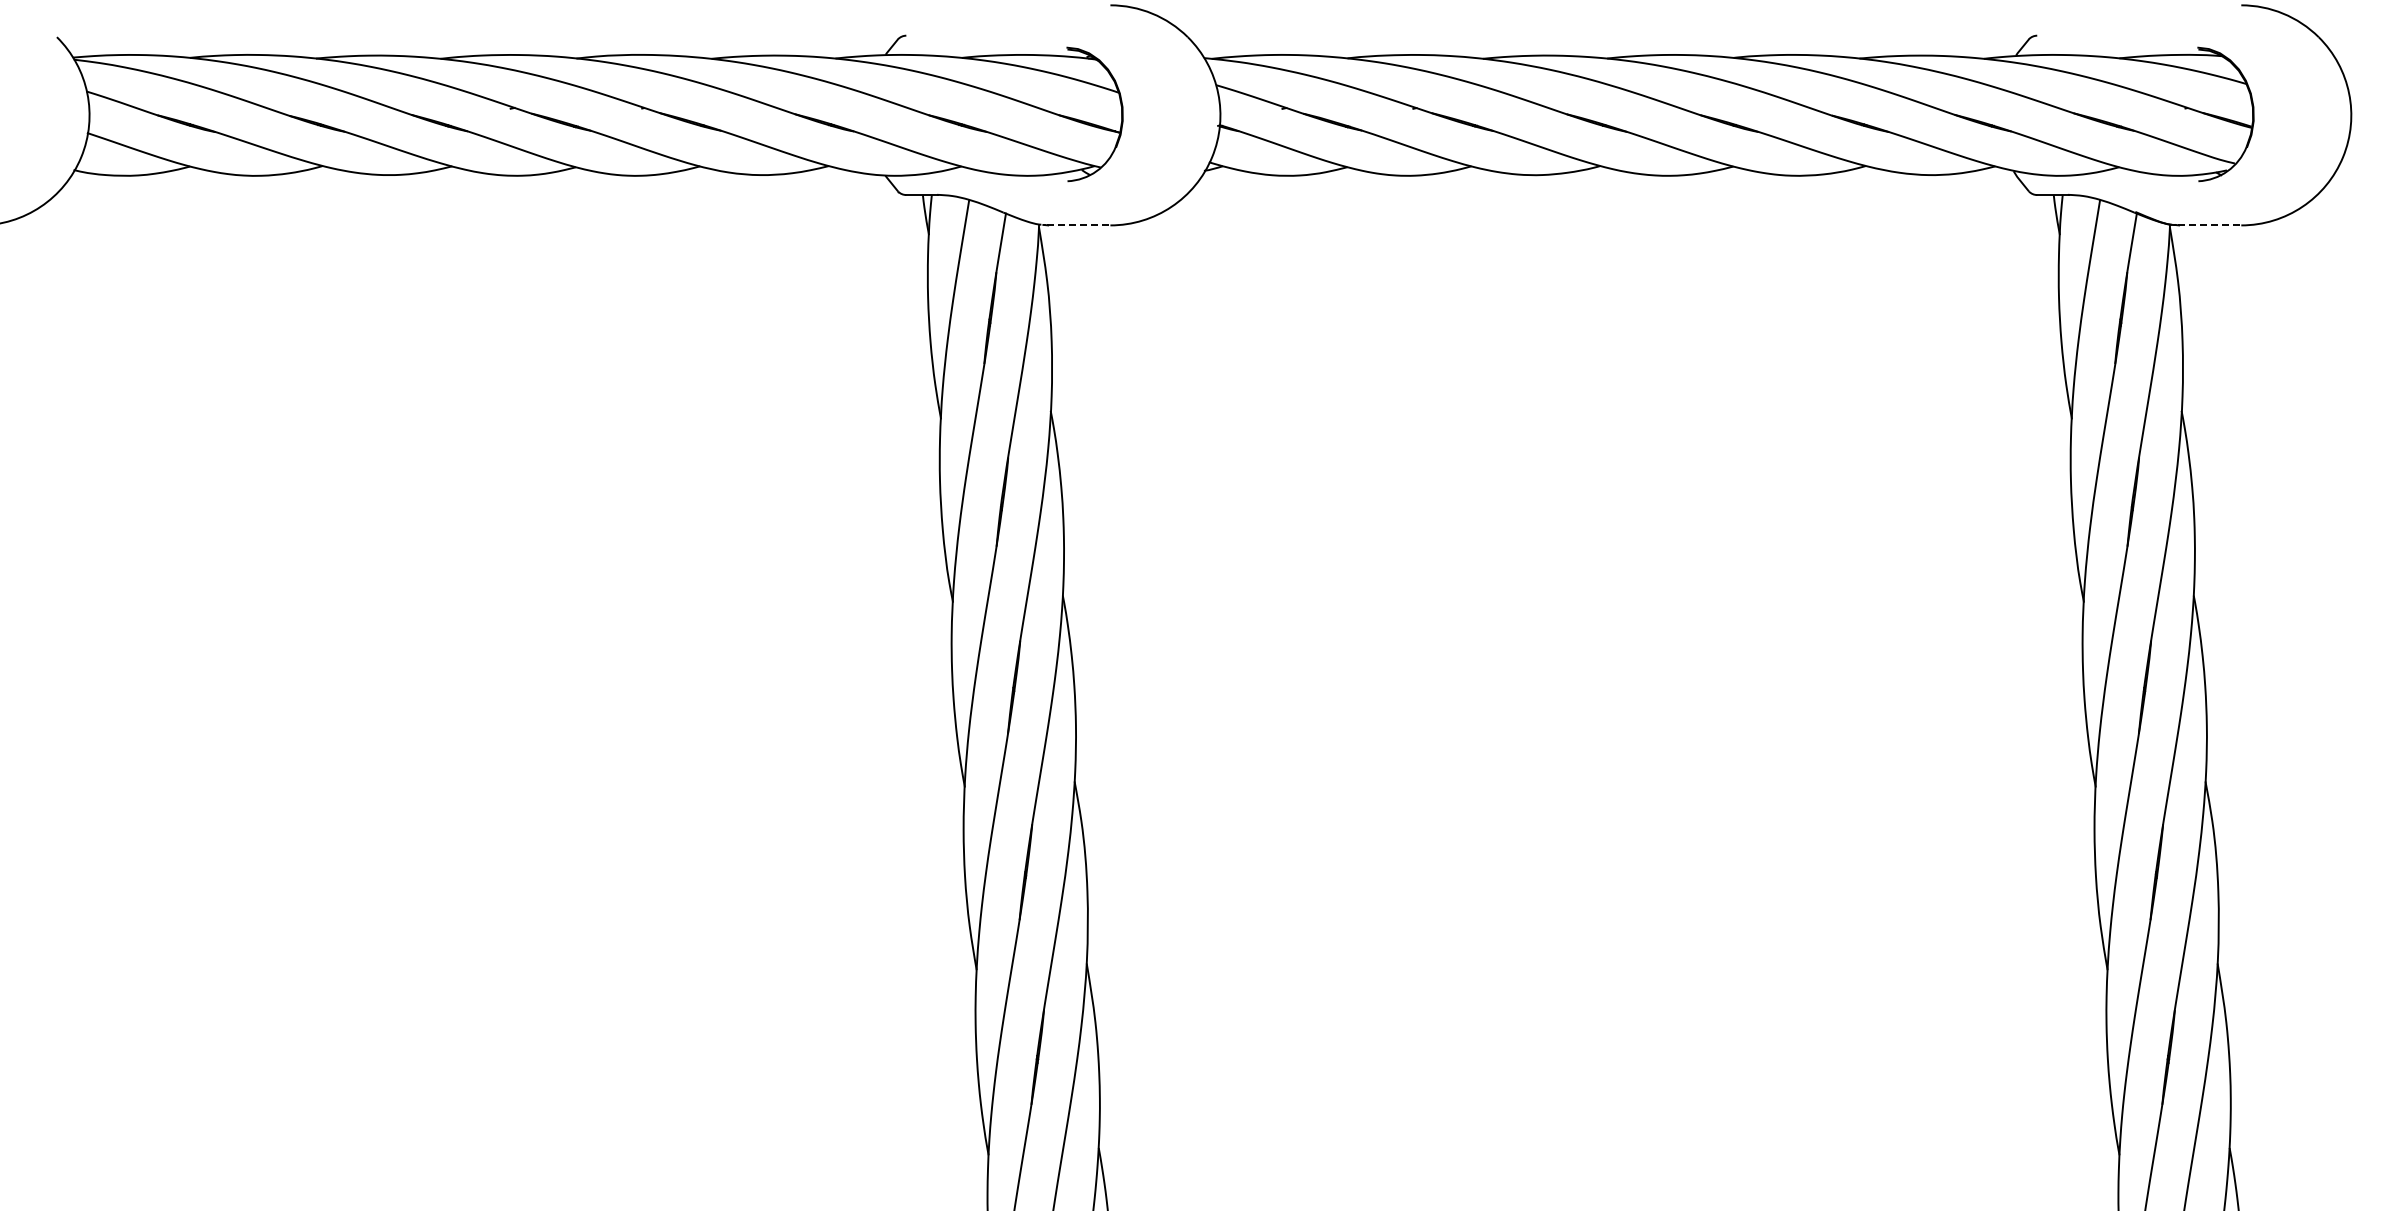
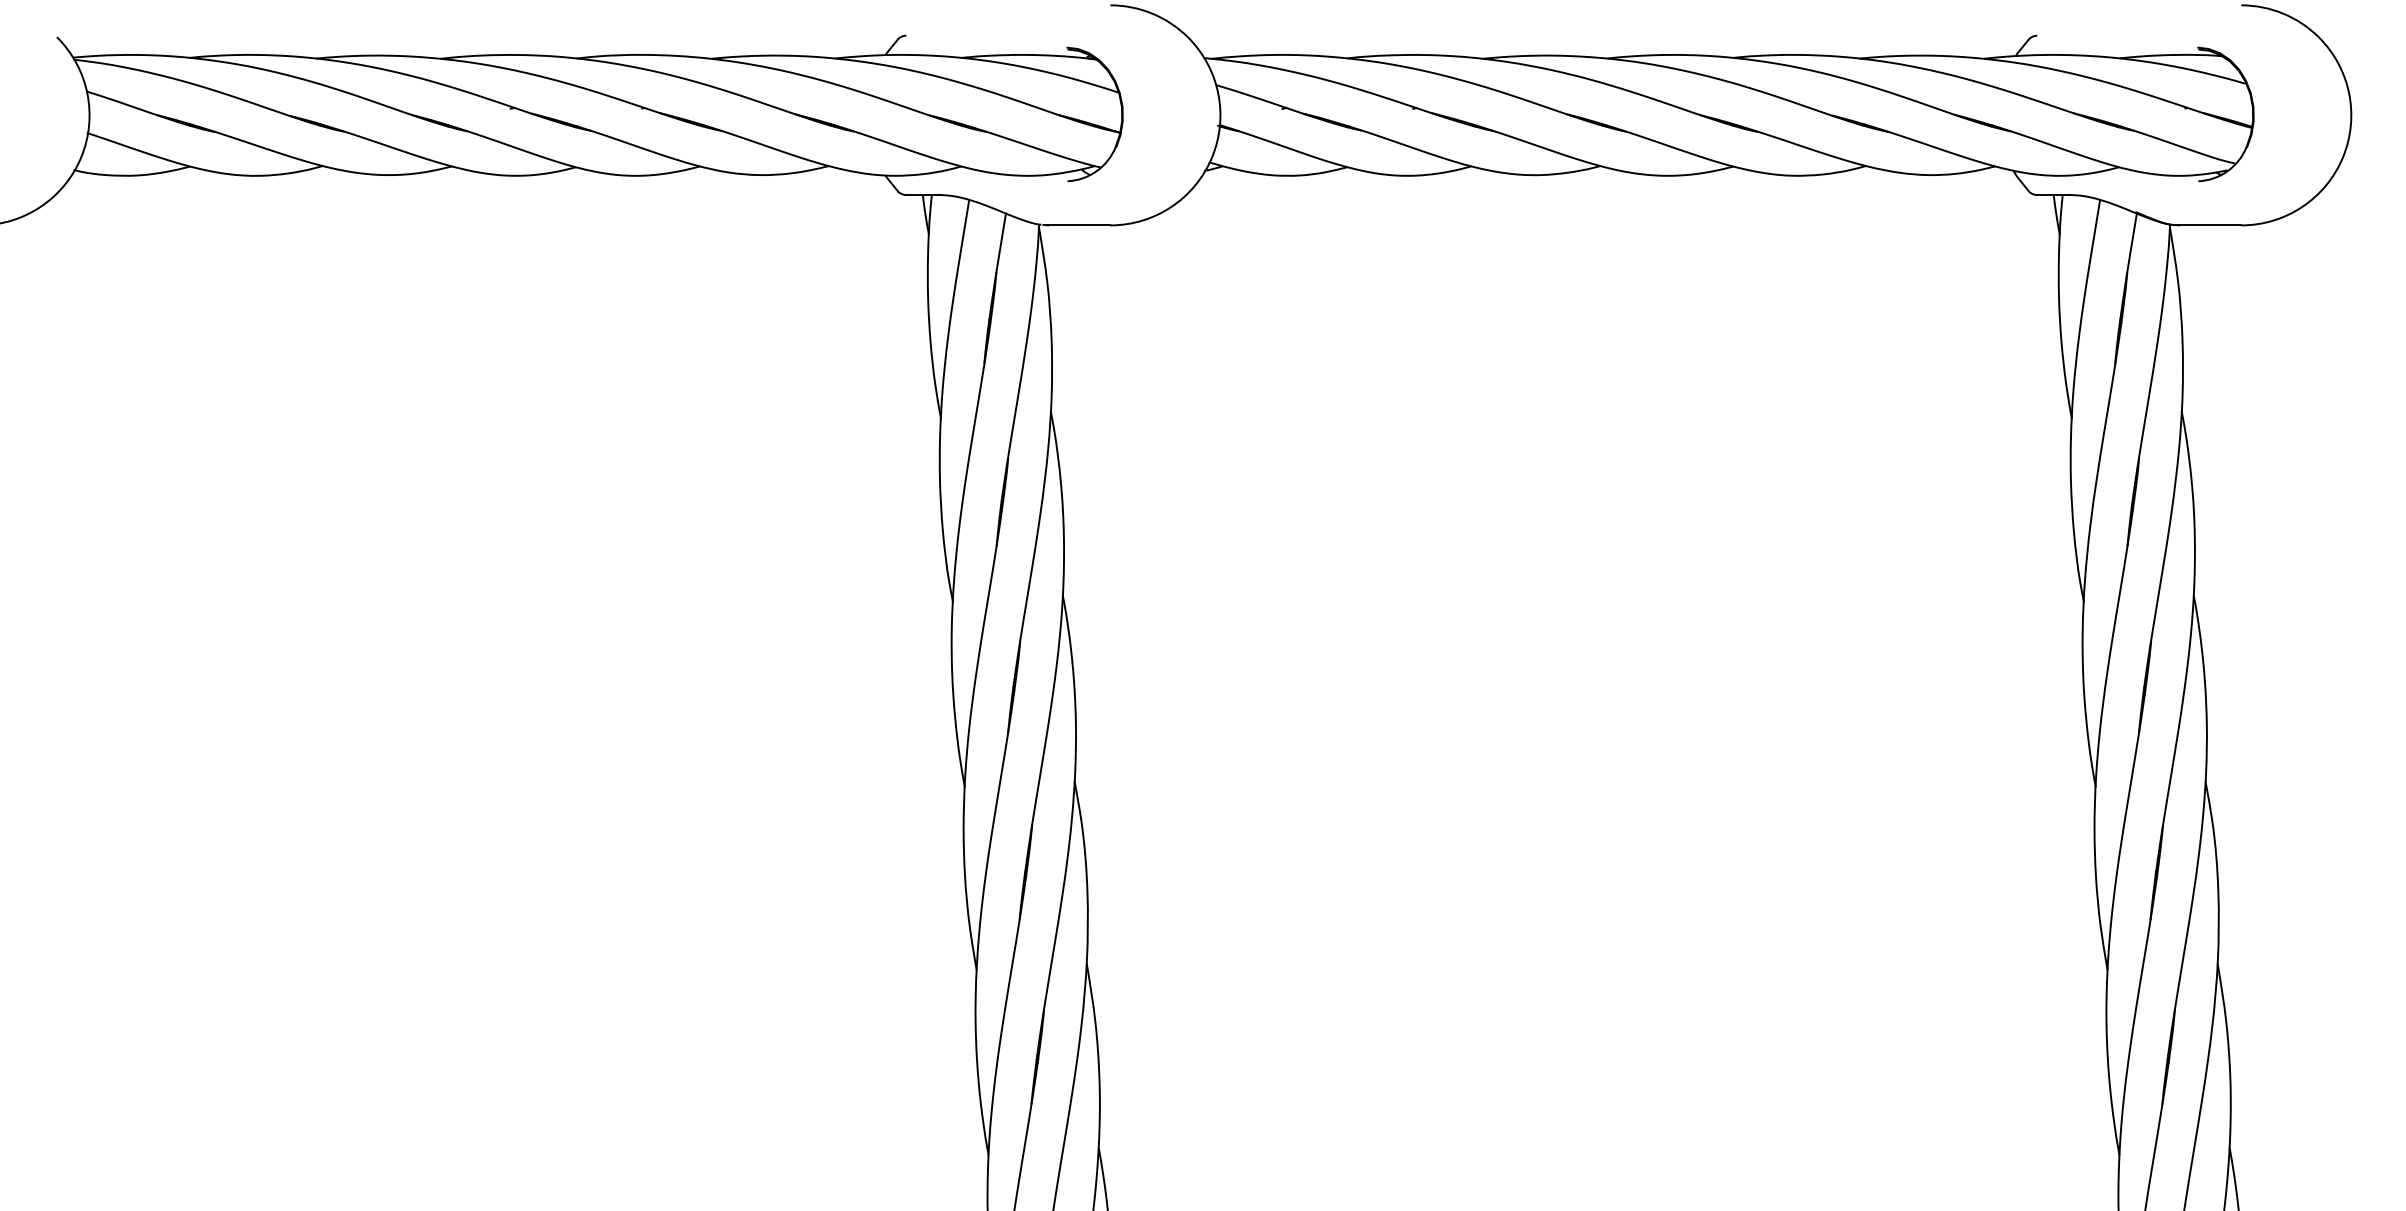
line at (1079, 225): dashed -> solid
line at (2210, 225): dashed -> solid
